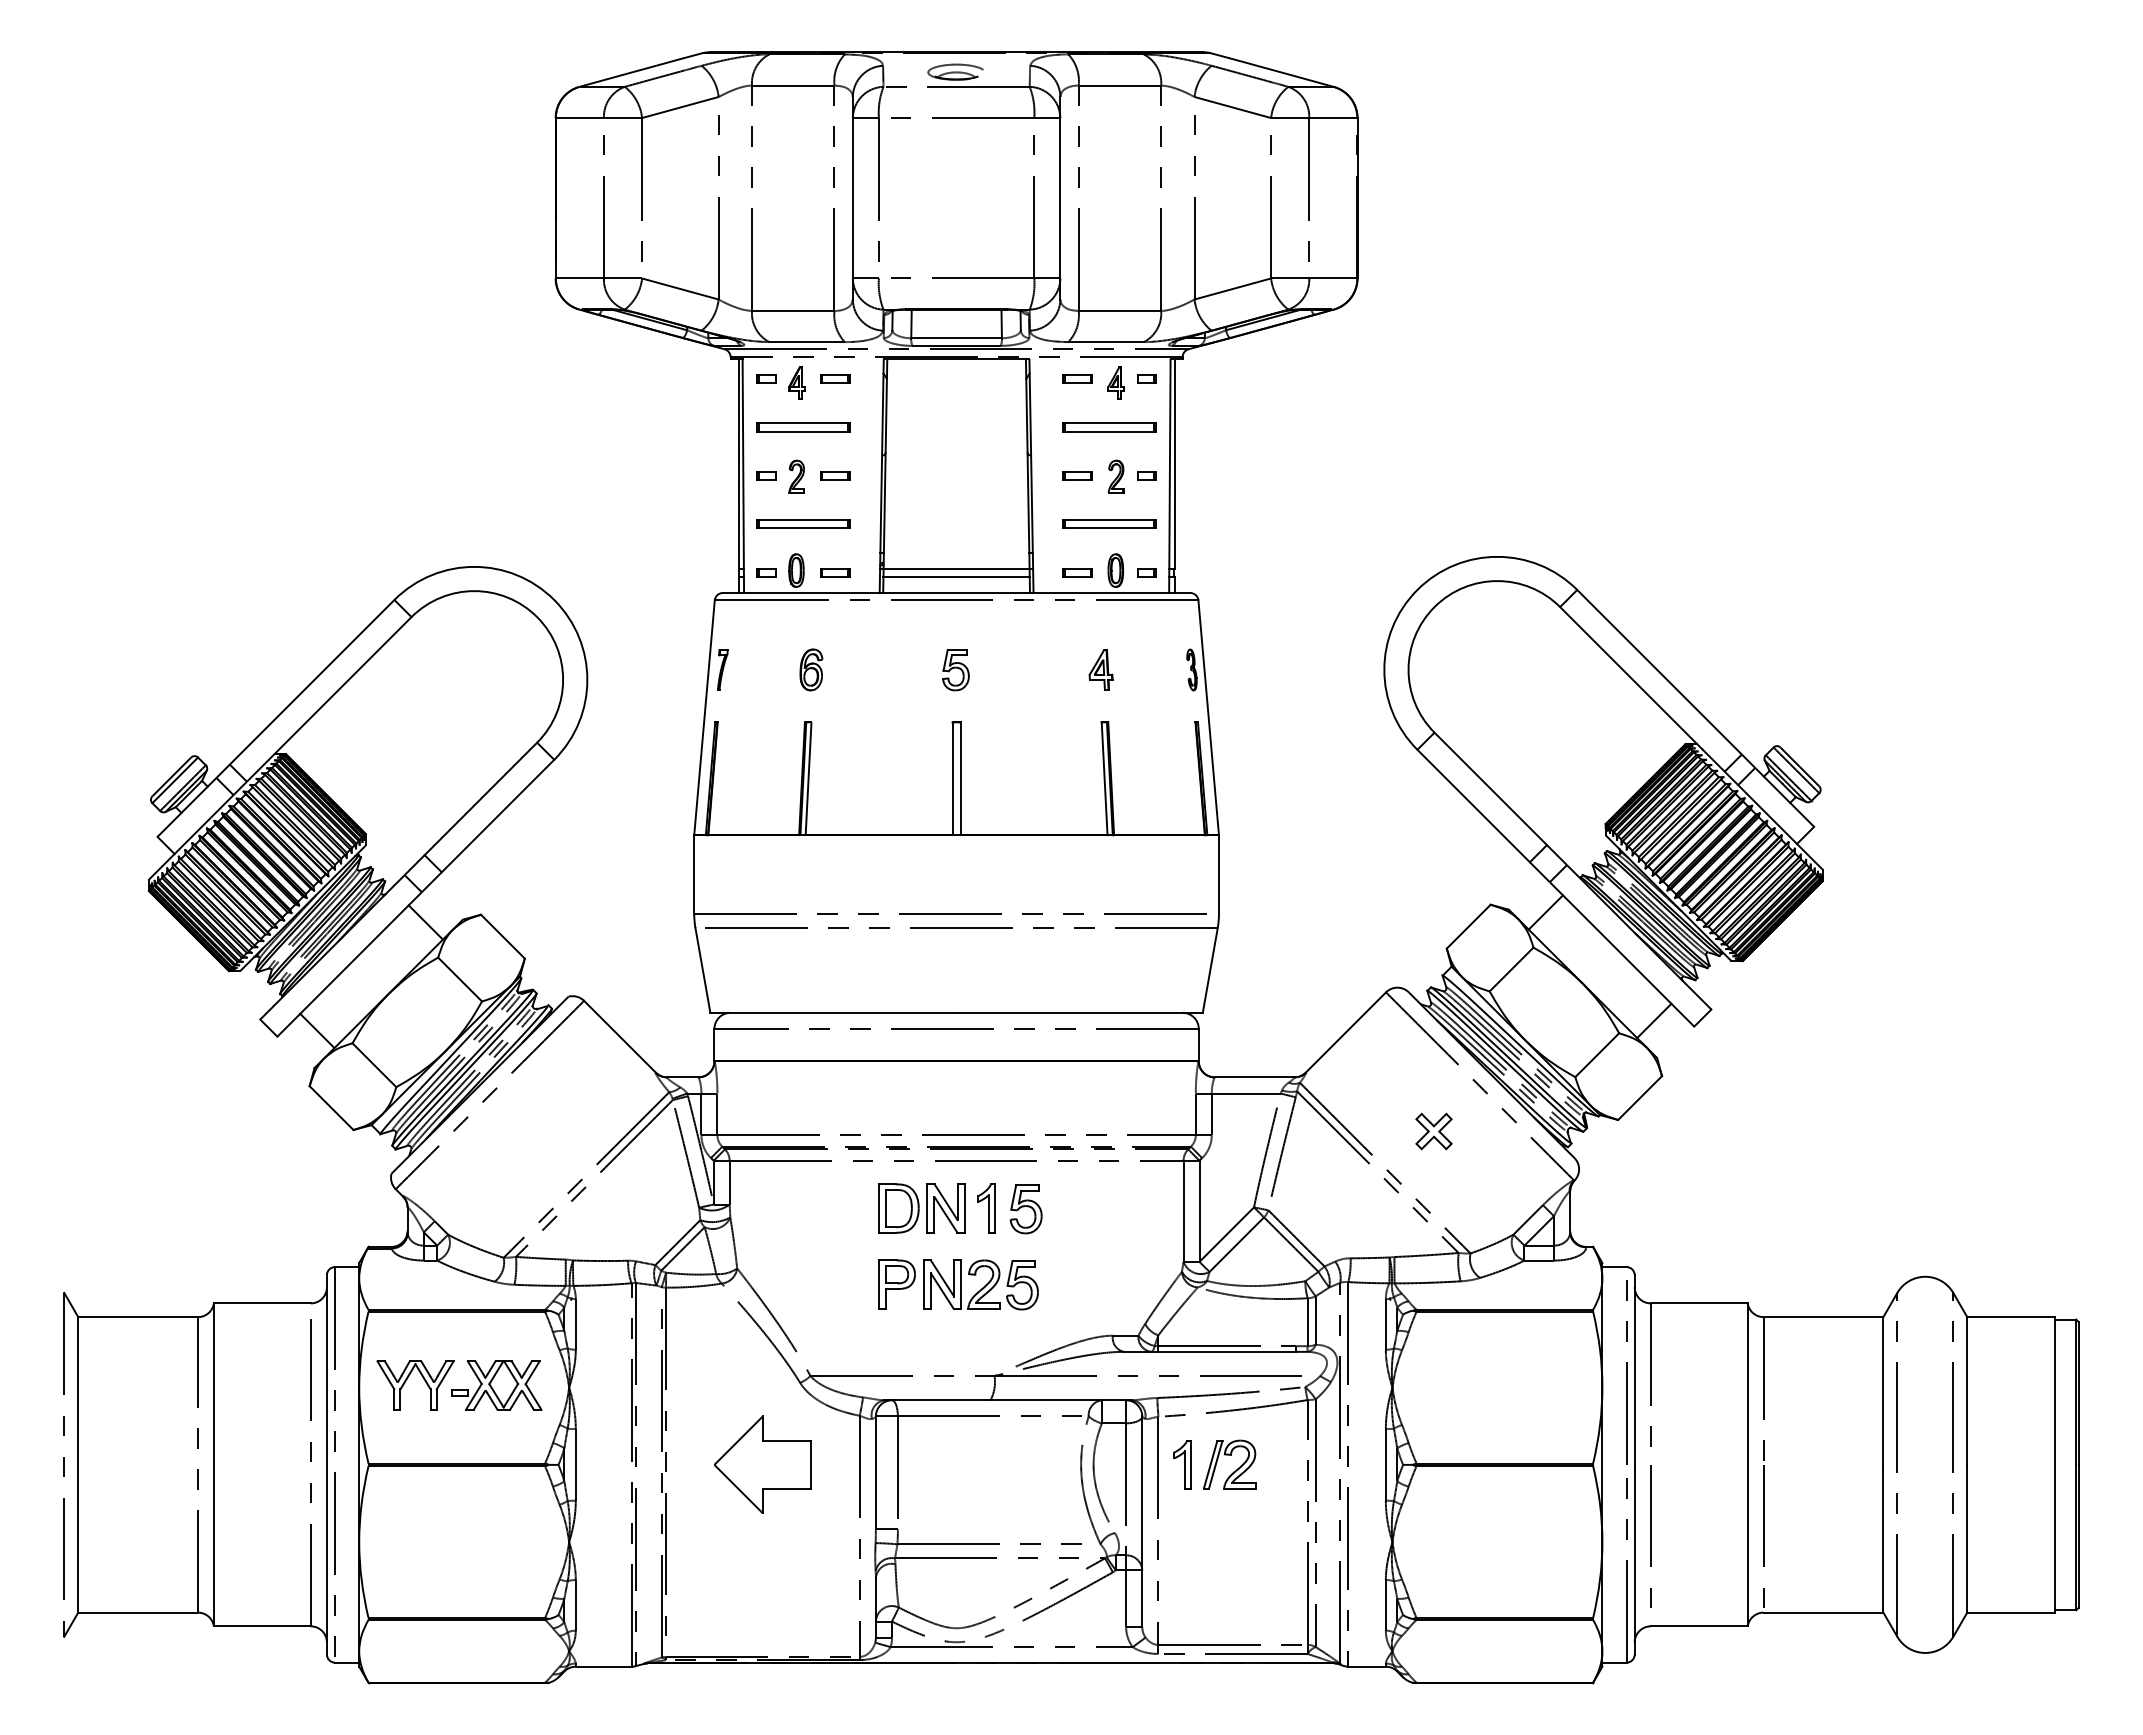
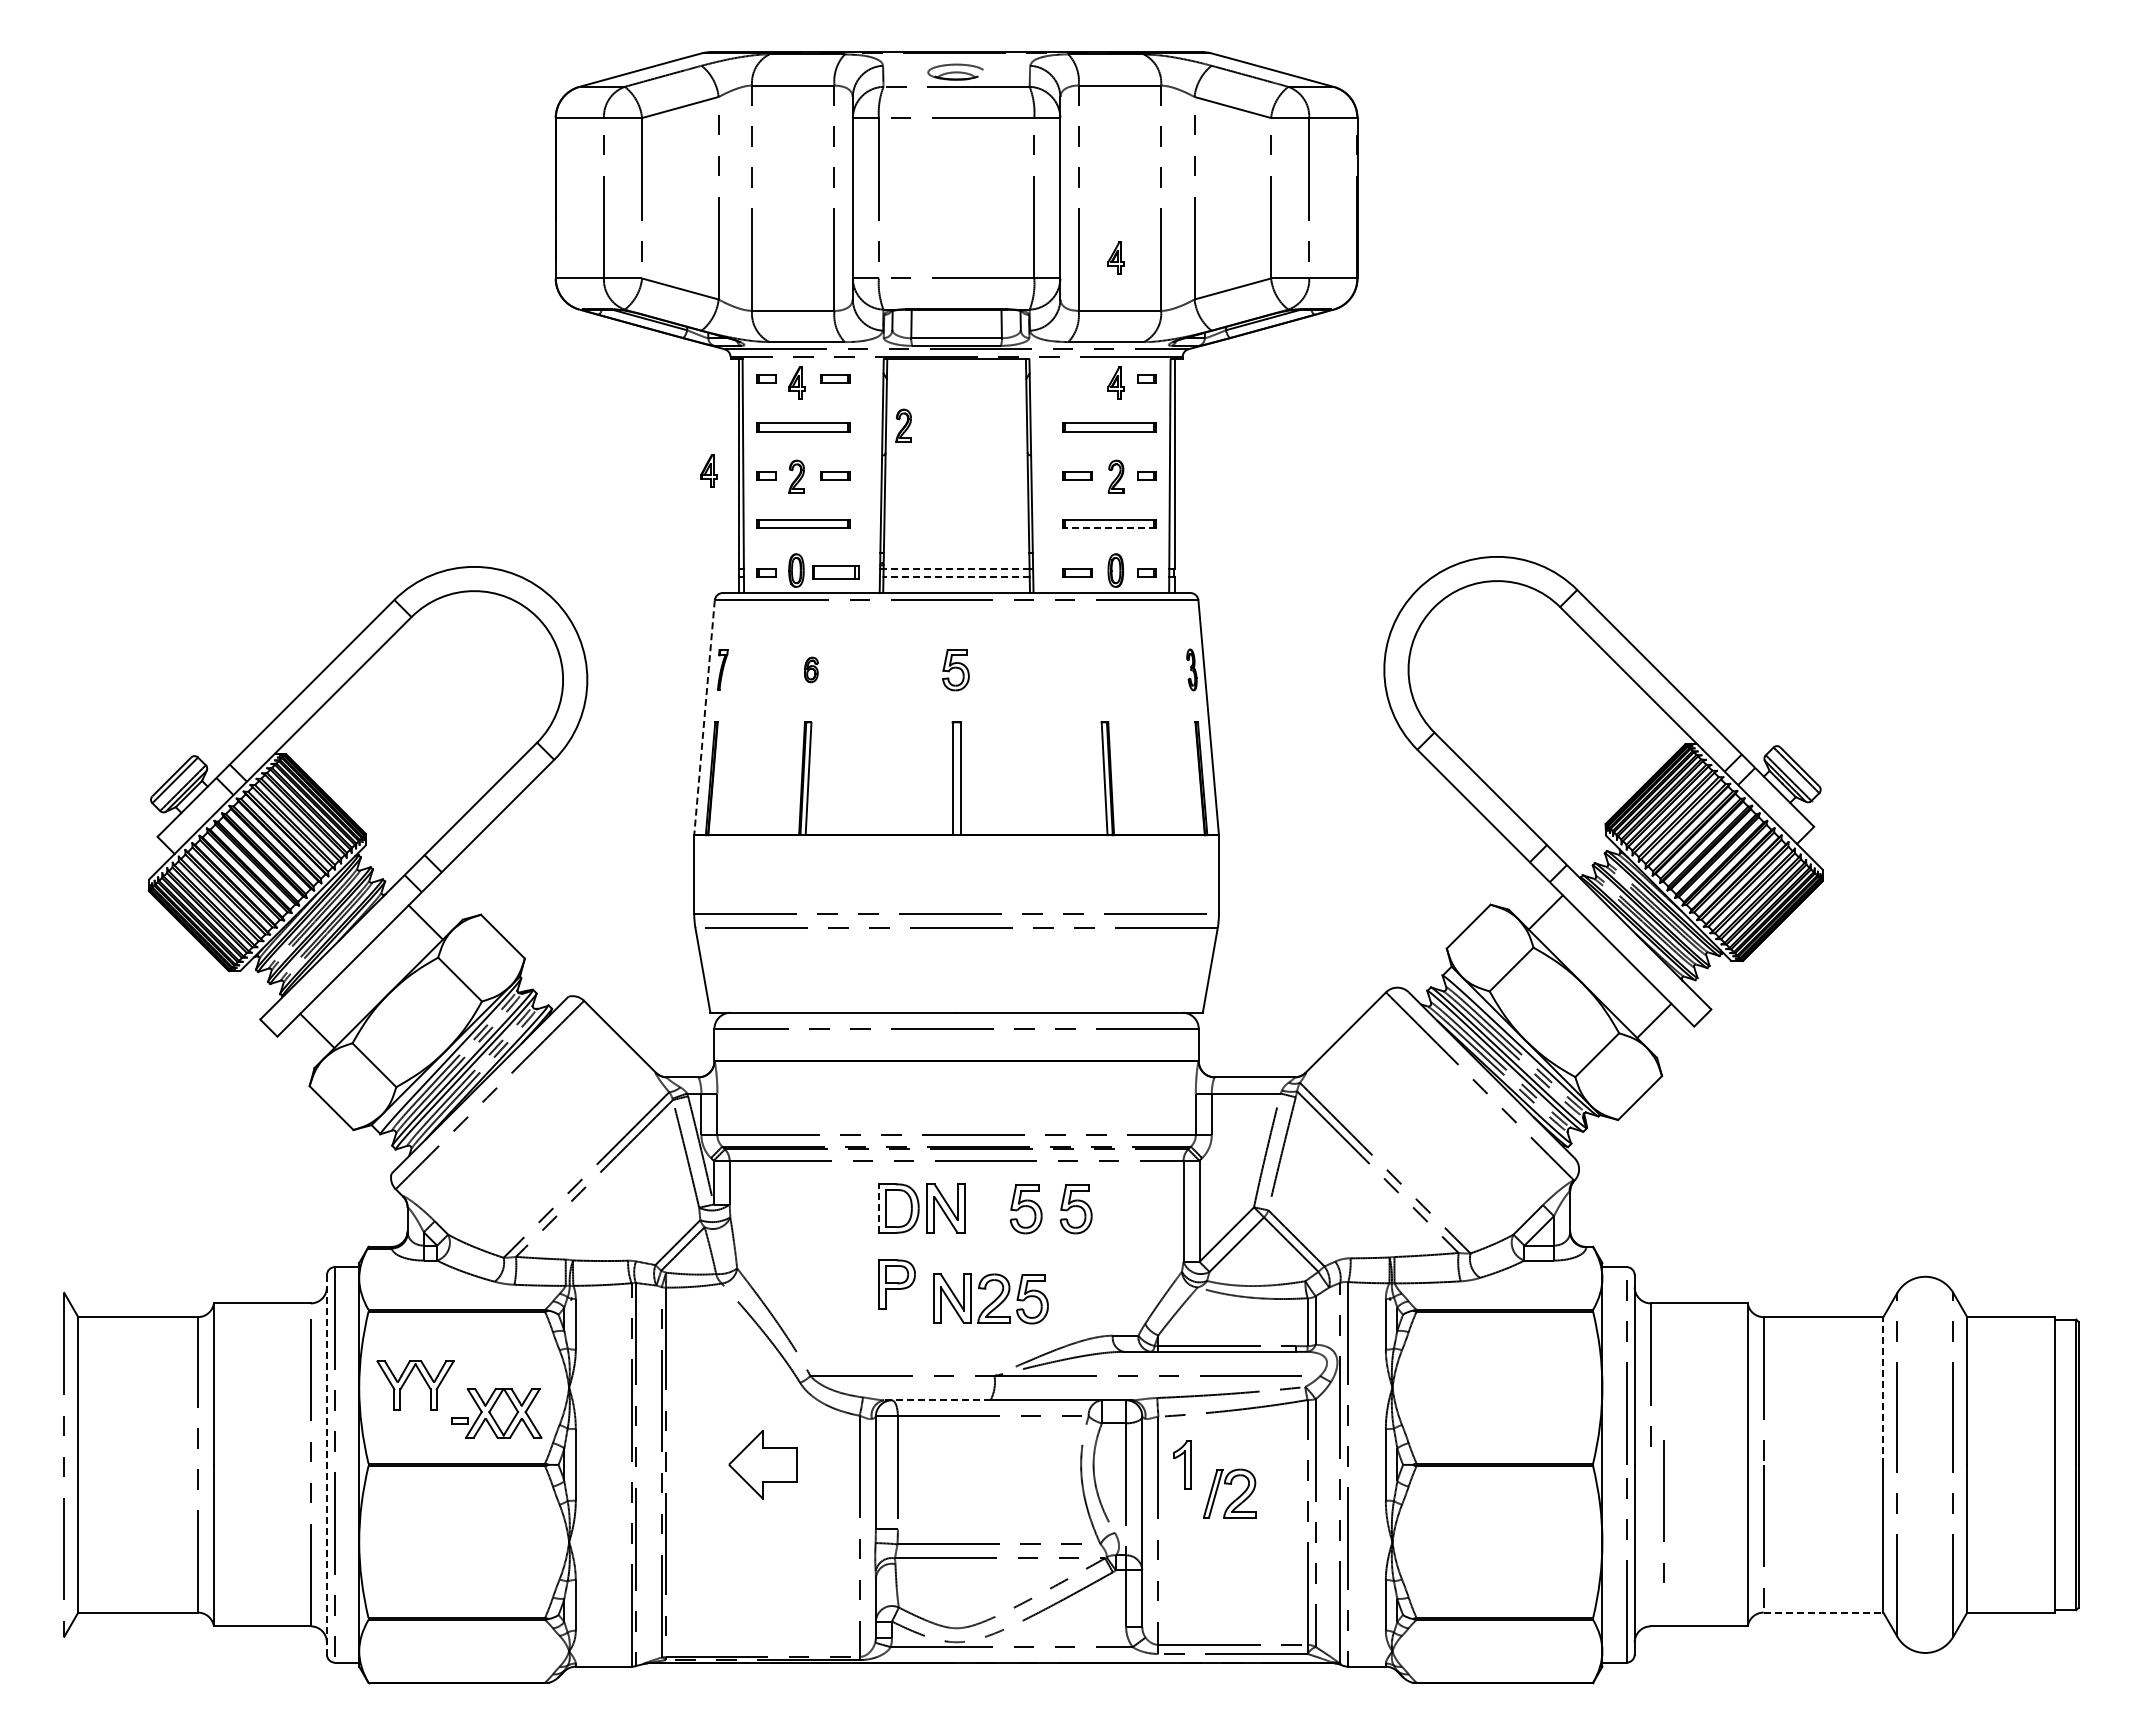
part at (1115, 257): none -> present
part at (1077, 378): present -> none
part at (903, 425): none -> present
part at (708, 470): none -> present
line at (1109, 528): solid -> dashed
line at (956, 568): solid -> dashed
part at (835, 572) size: 31x10 px -> 48x15 px
line at (956, 576): solid -> dashed
part at (811, 669) size: 25x44 px -> 15x28 px
part at (1100, 669): present -> none
line at (704, 717): solid -> dashed
part at (1433, 1131): present -> none
line at (878, 1208): solid -> dashed
part at (986, 1208): present -> none
part at (1075, 1209): none -> present
part at (980, 1284) position: (980, 1284) -> (990, 1298)
part at (496, 1385) position: (496, 1385) -> (496, 1413)
line at (1883, 1391): solid -> dashed
line at (936, 1400): solid -> dashed
line at (326, 1464): solid -> dashed
part at (762, 1464) size: 98x99 px -> 70x70 px
part at (1233, 1471) position: (1233, 1471) -> (1233, 1500)
line at (1650, 1536) position: (1650, 1536) -> (1663, 1511)
line at (1823, 1612): solid -> dashed
